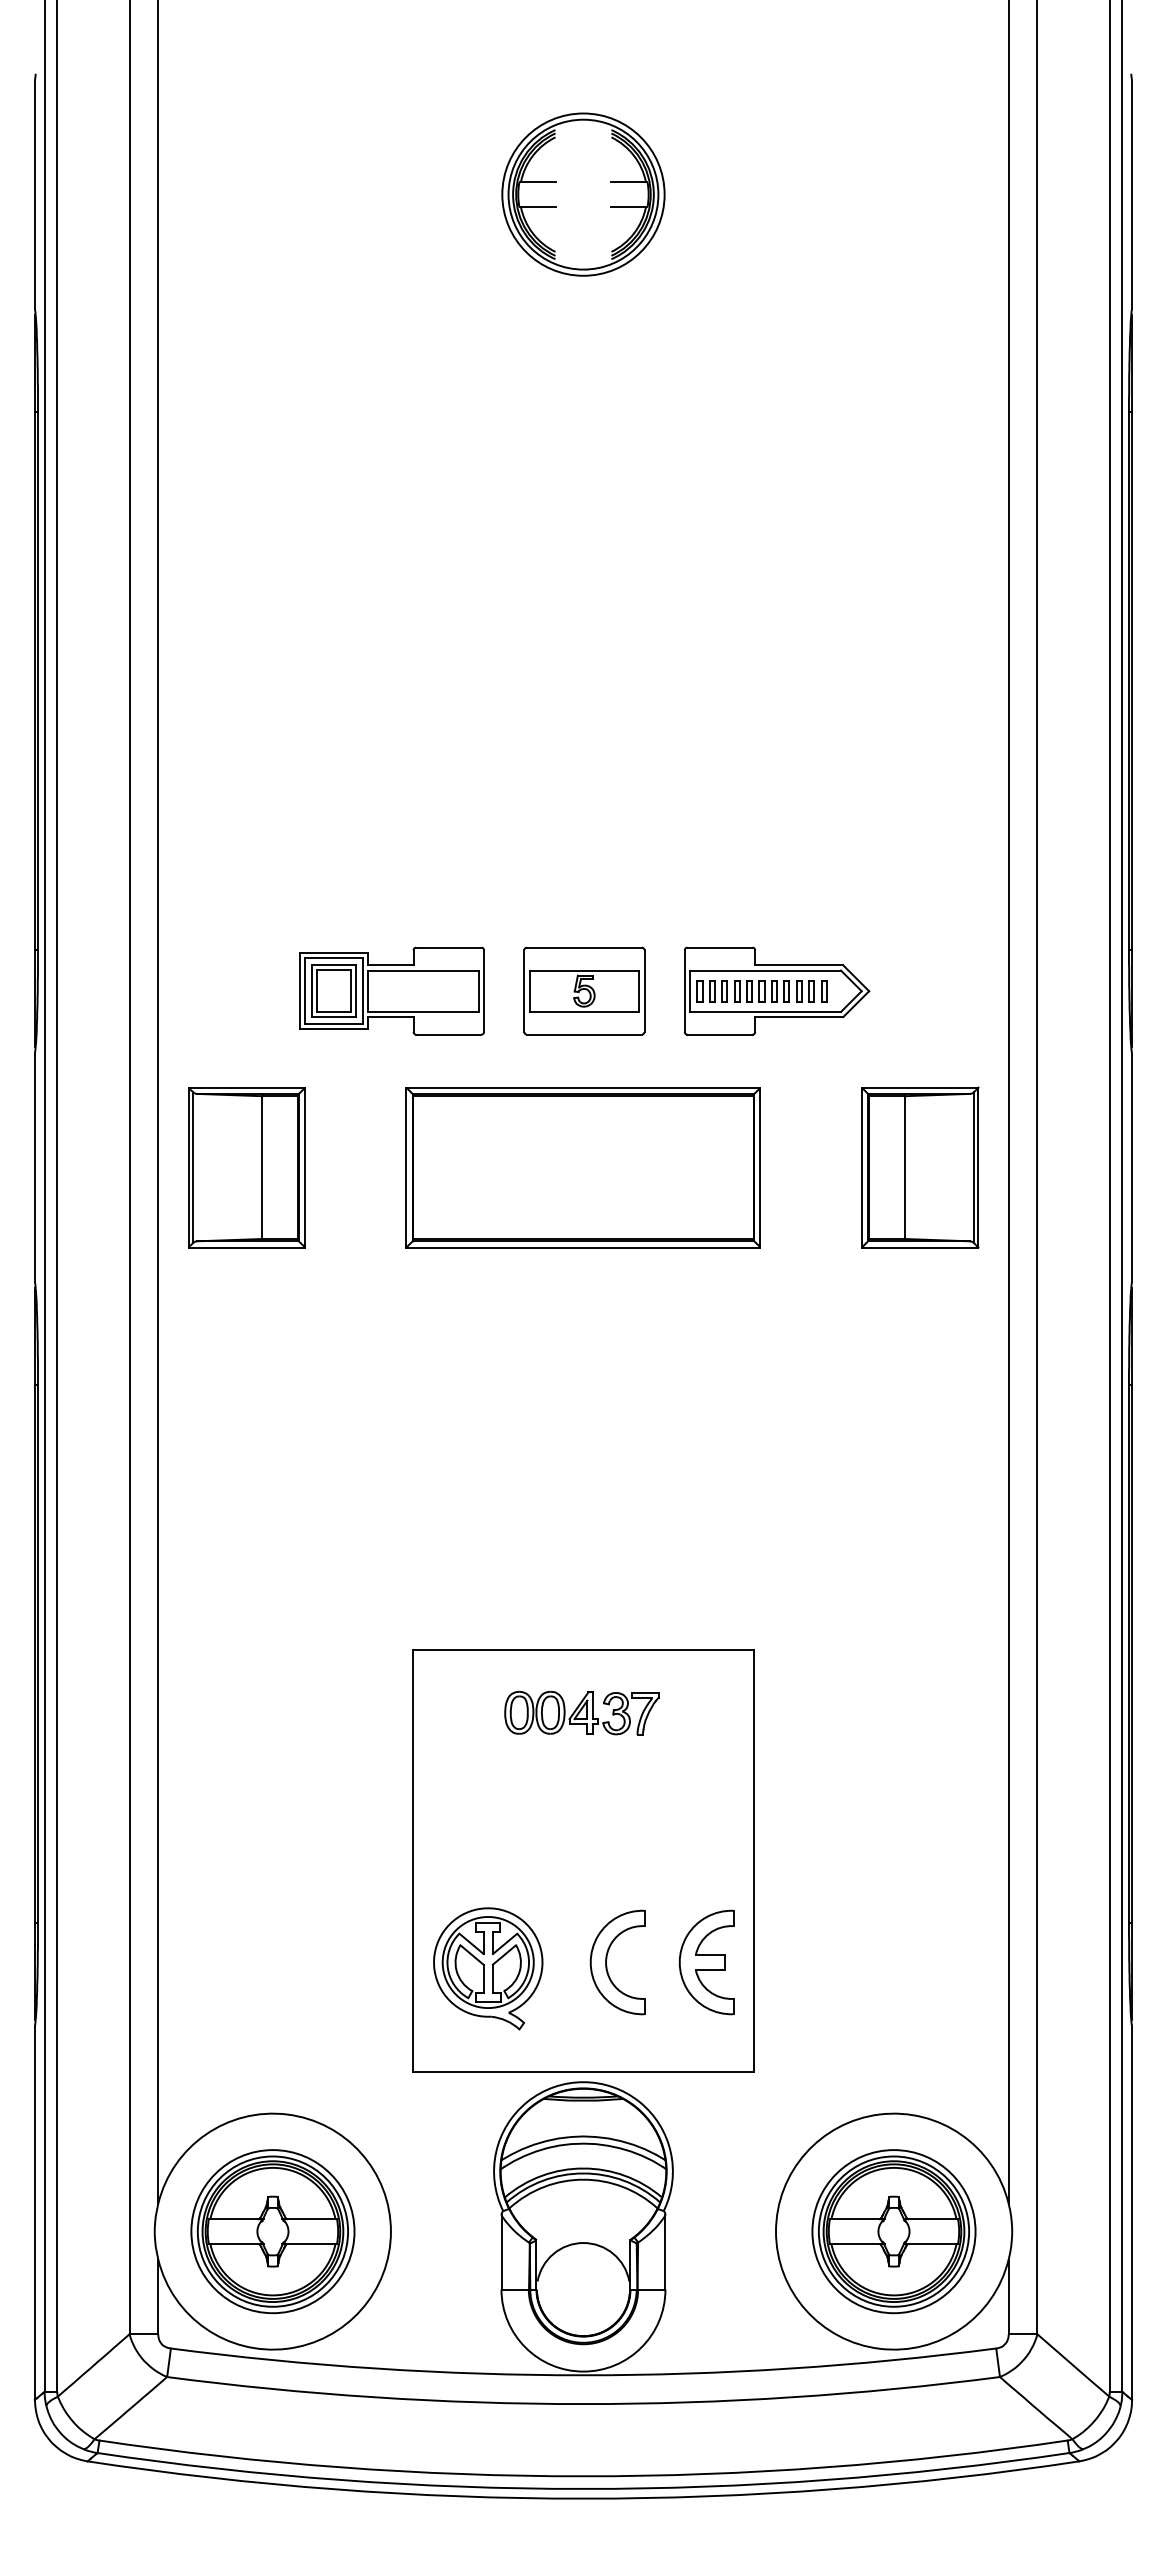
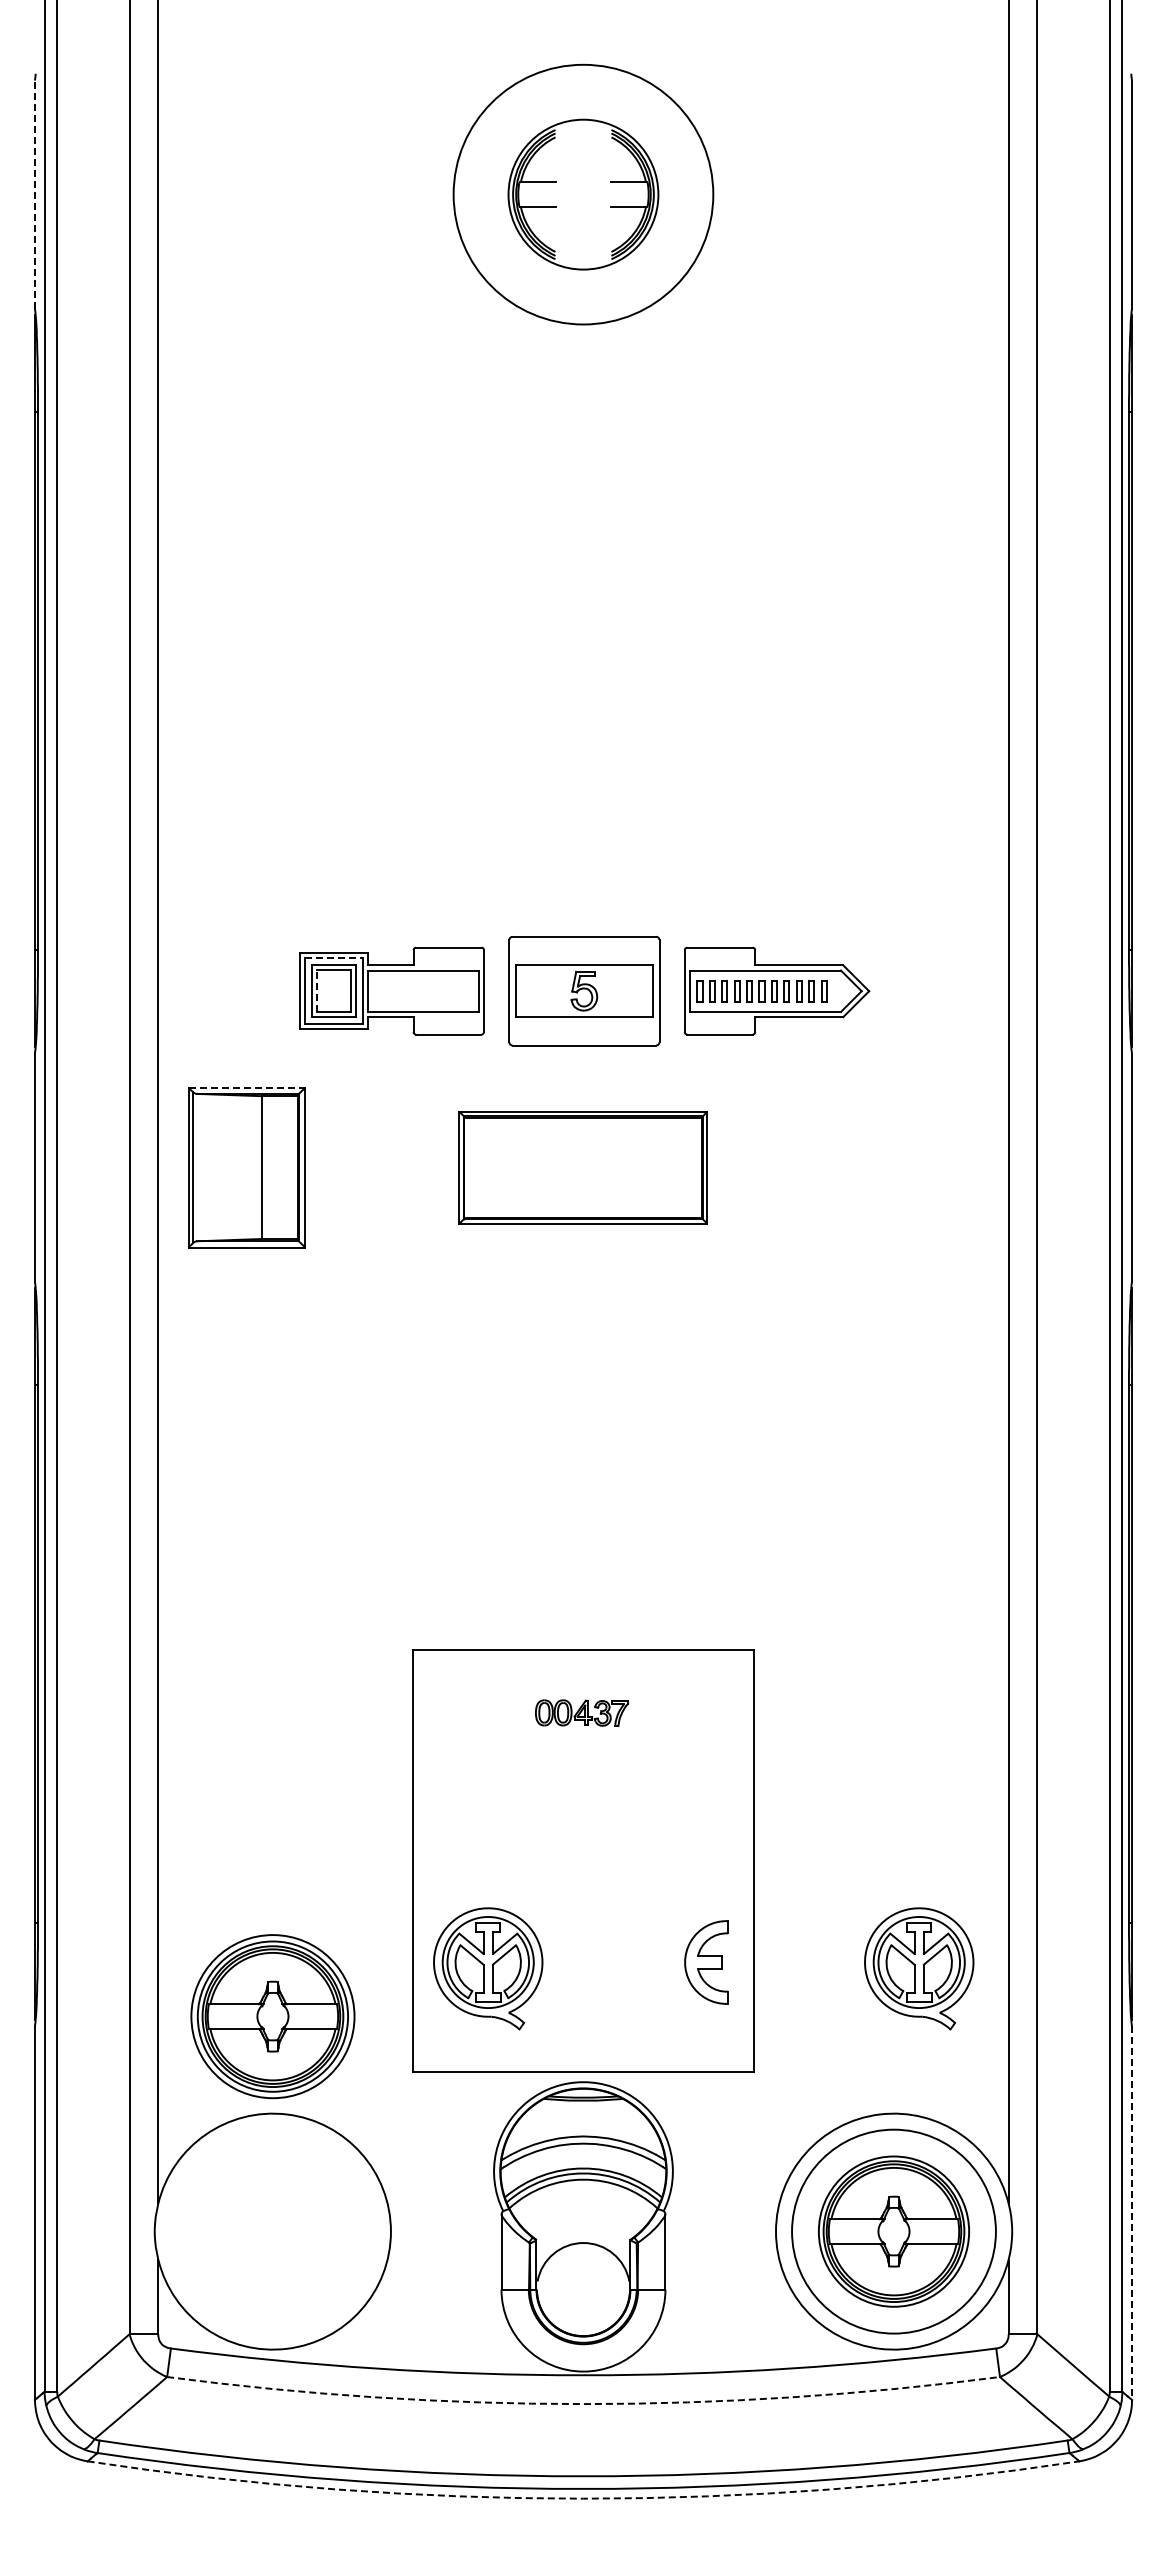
line at (34, 194): solid -> dashed
circle at (583, 194) diameter: 162 px -> 260 px
line at (334, 957): solid -> dashed
part at (584, 990) size: 123x90 px -> 153x111 px
line at (317, 991): solid -> dashed
line at (247, 1087): solid -> dashed
part at (582, 1167) size: 356x162 px -> 250x114 px
part at (920, 1167): present -> none
part at (581, 1712) size: 156x46 px -> 95x28 px
part at (607, 1959): present -> none
part at (706, 1962) size: 57x107 px -> 45x85 px
part at (919, 1968): none -> present
line at (1132, 2213): solid -> dashed
part at (272, 2231) position: (272, 2231) -> (272, 2016)
circle at (893, 2231) diameter: 163 px -> 204 px
arc at (583, 2404): solid -> dashed
arc at (583, 2498): solid -> dashed
